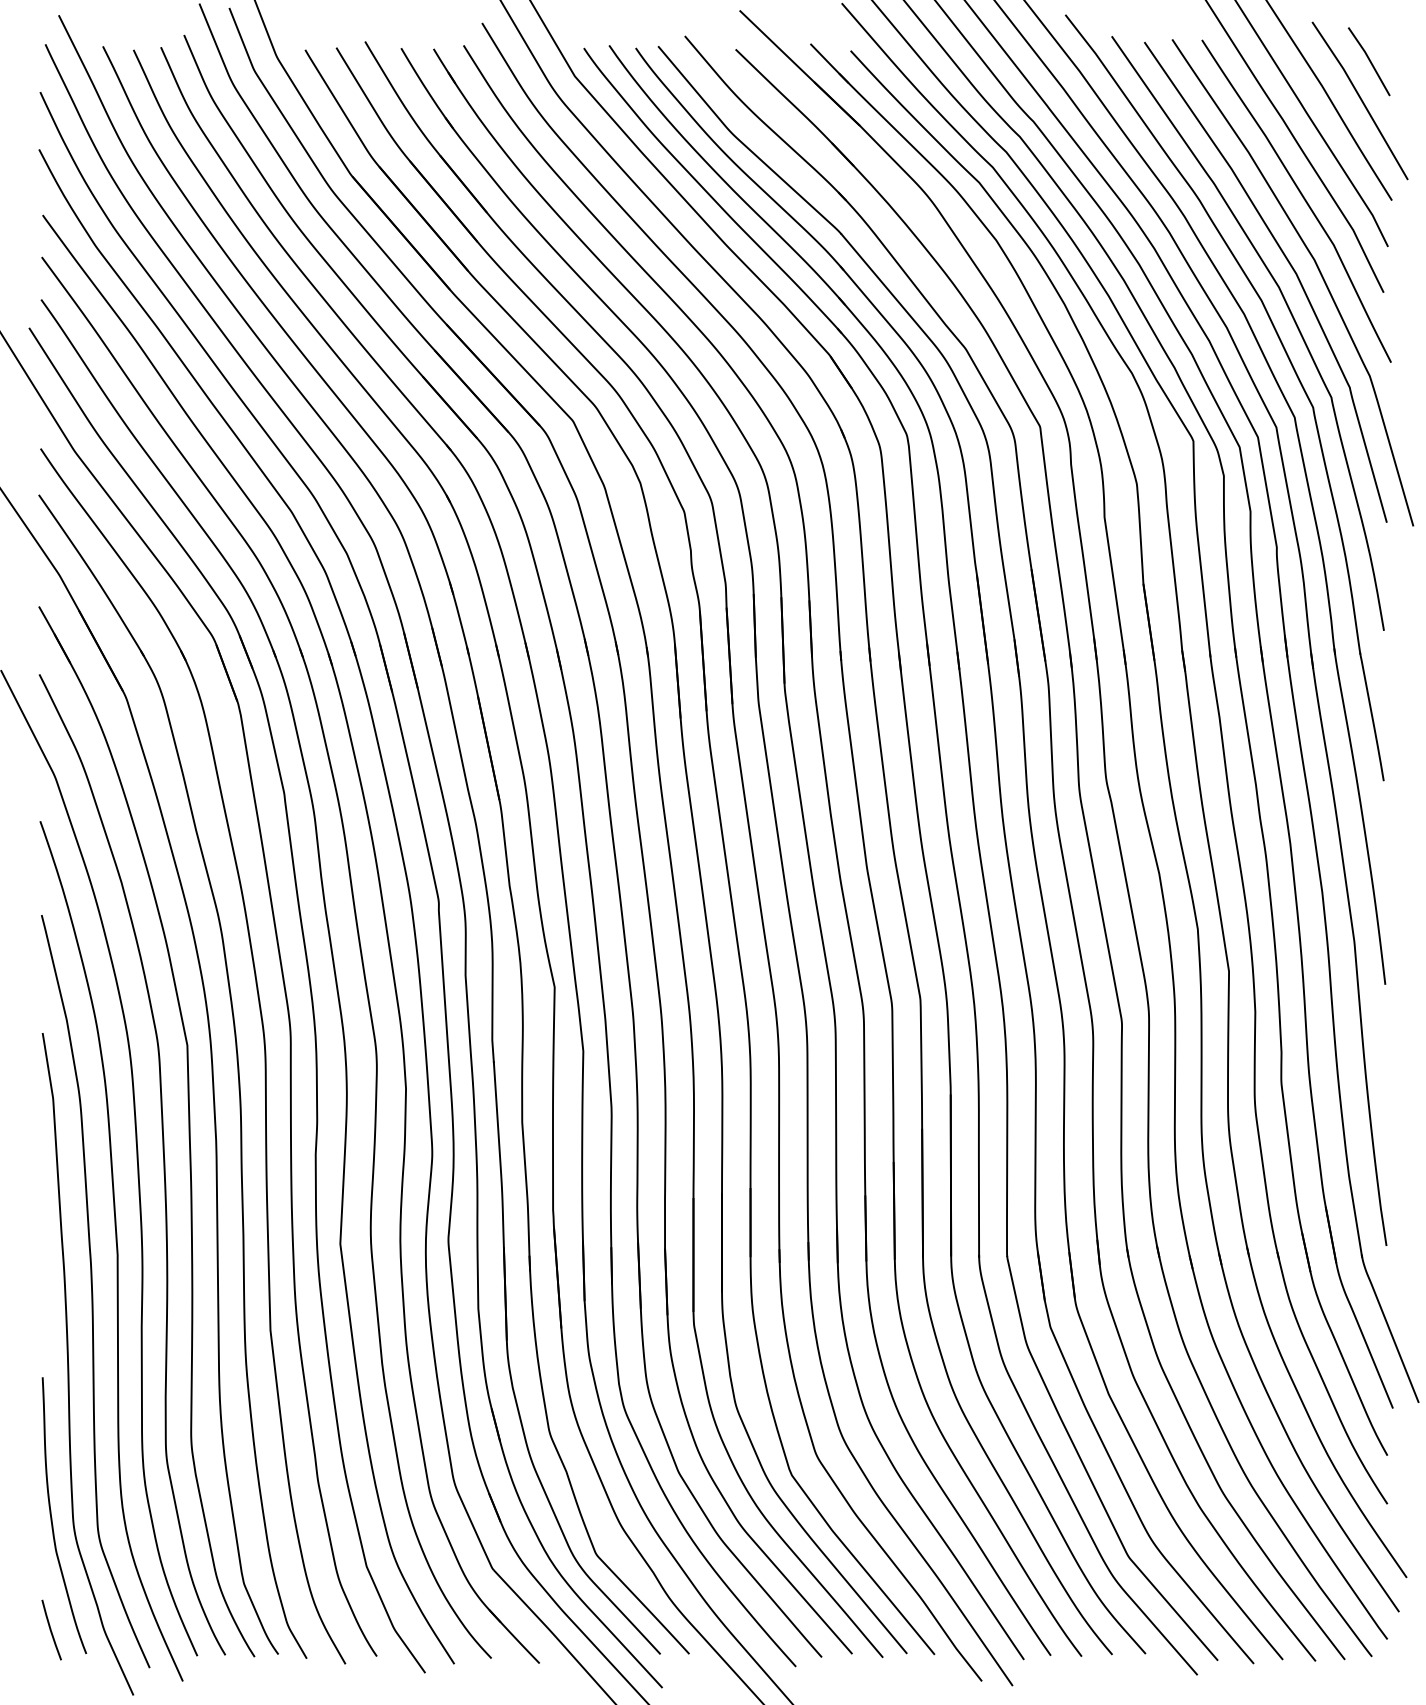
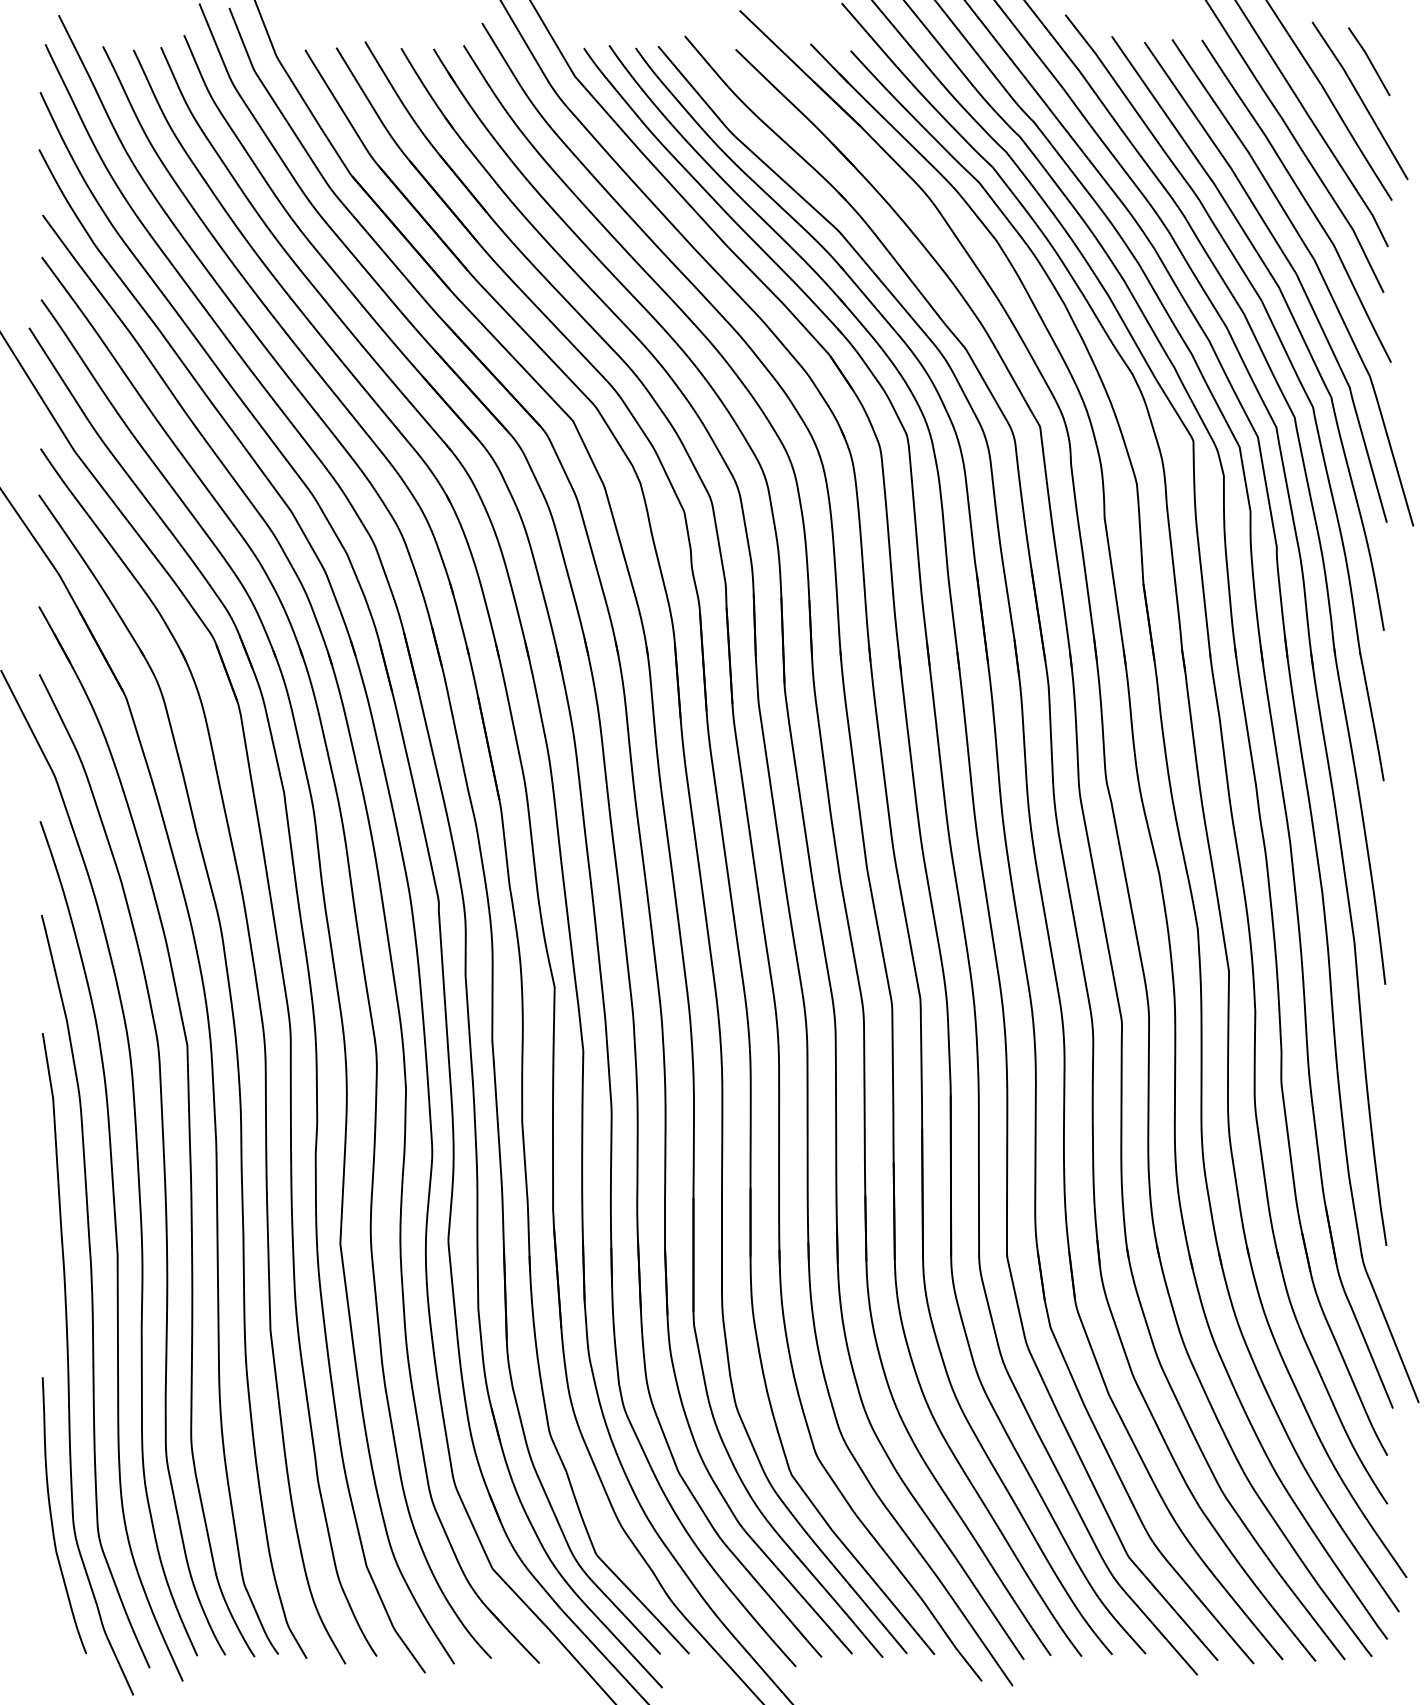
line at (51, 1629): present -> none
